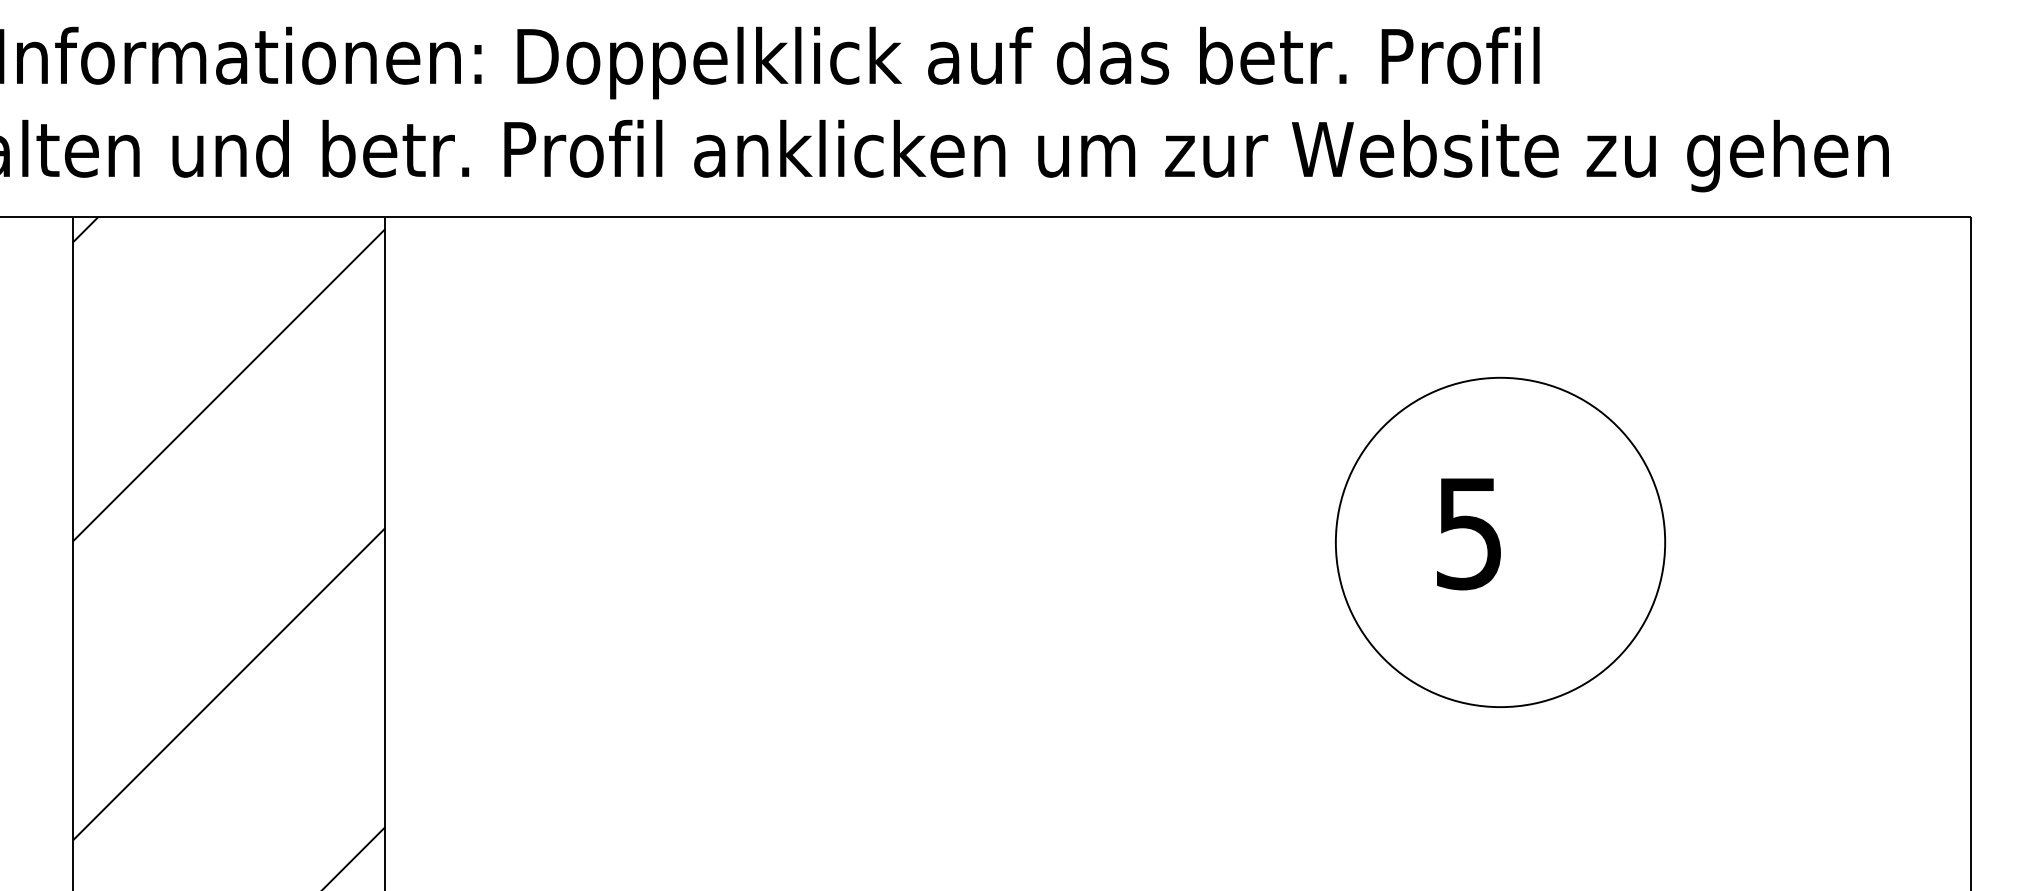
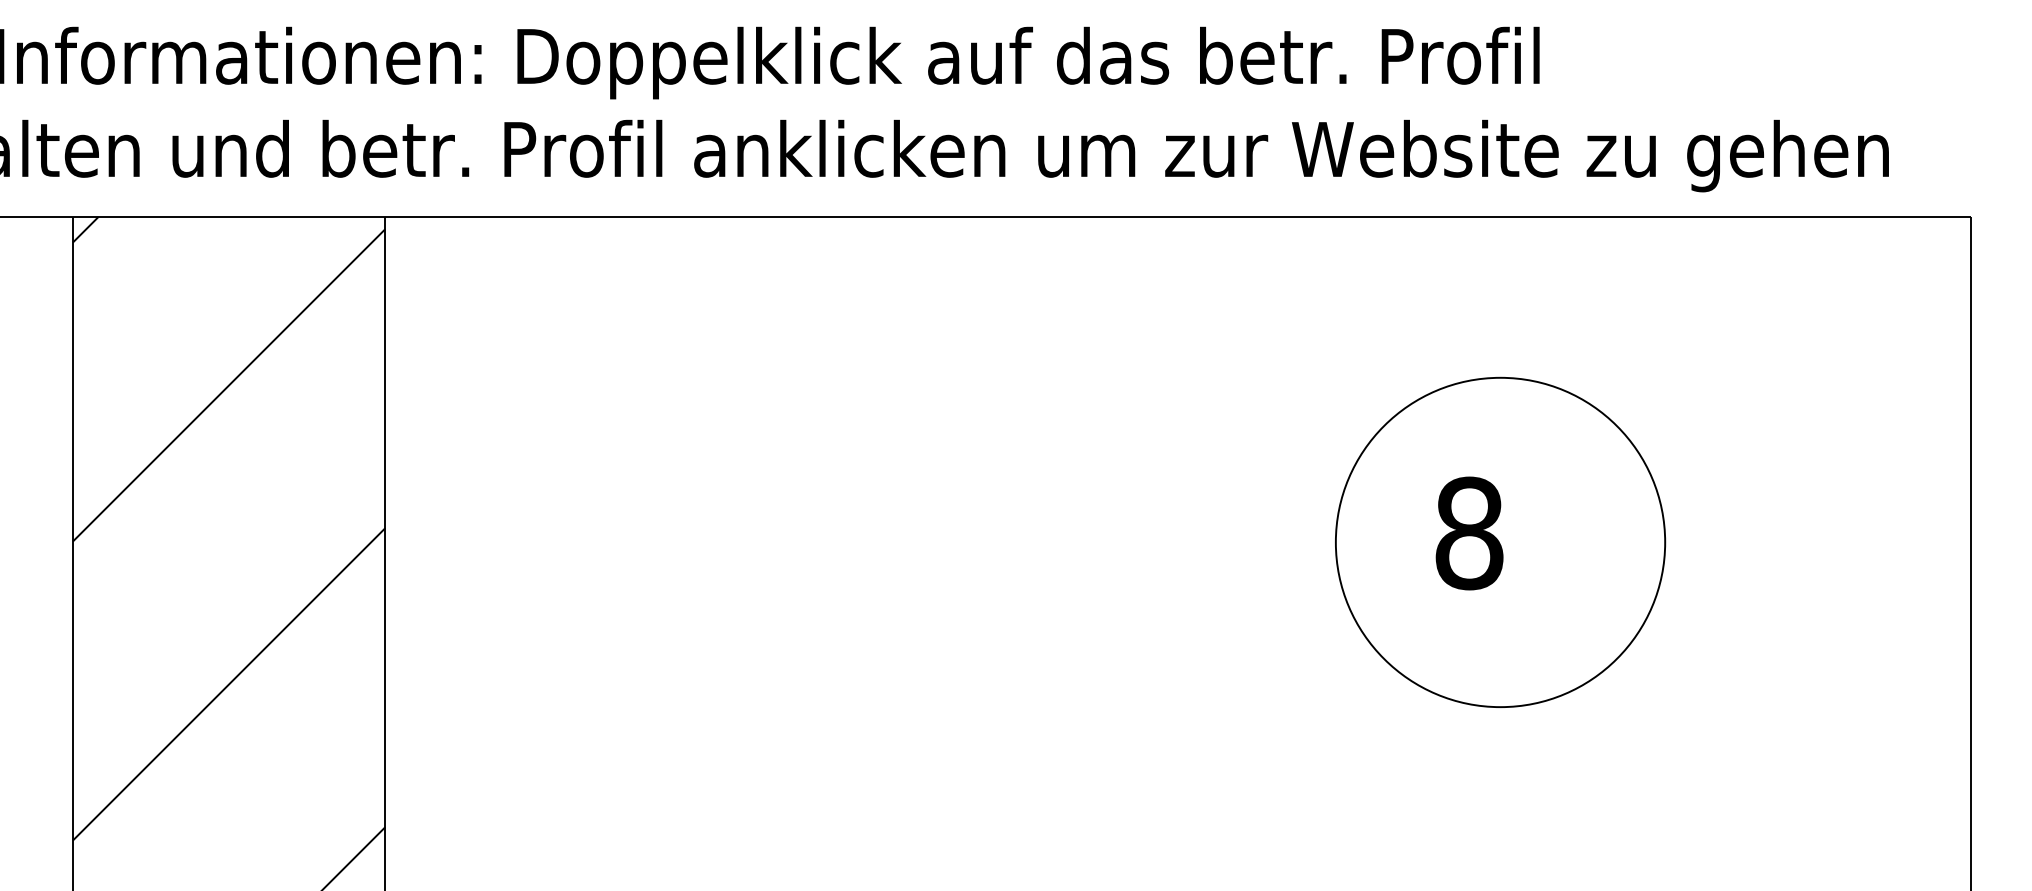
text at (1469, 533): 5 -> 8
